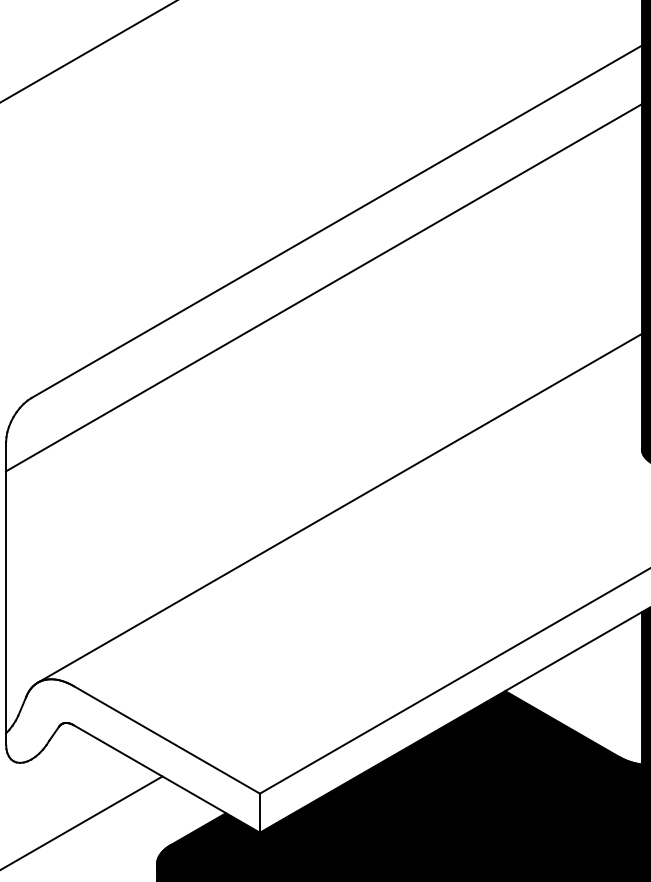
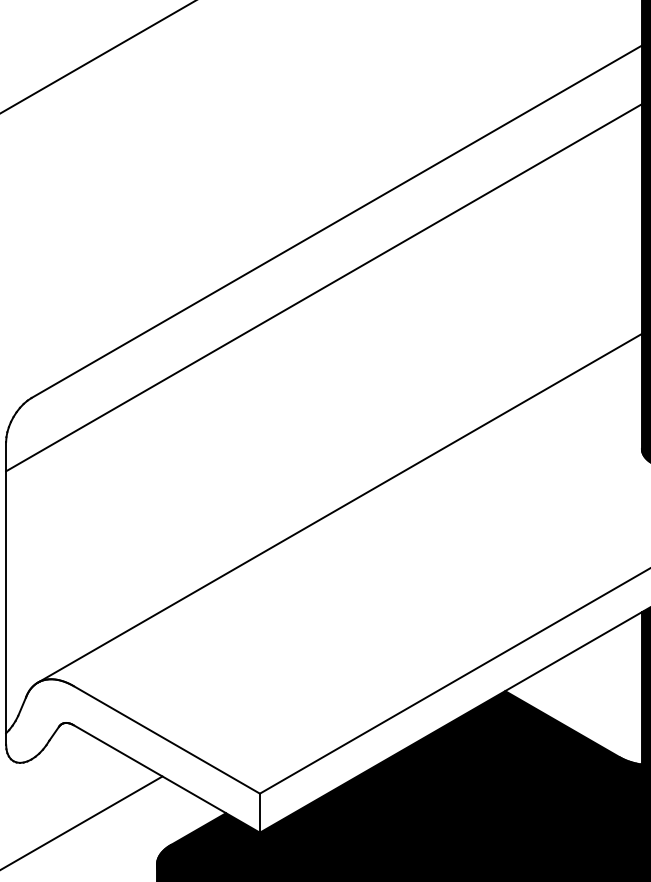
line at (88, 51) position: (88, 51) -> (97, 57)
